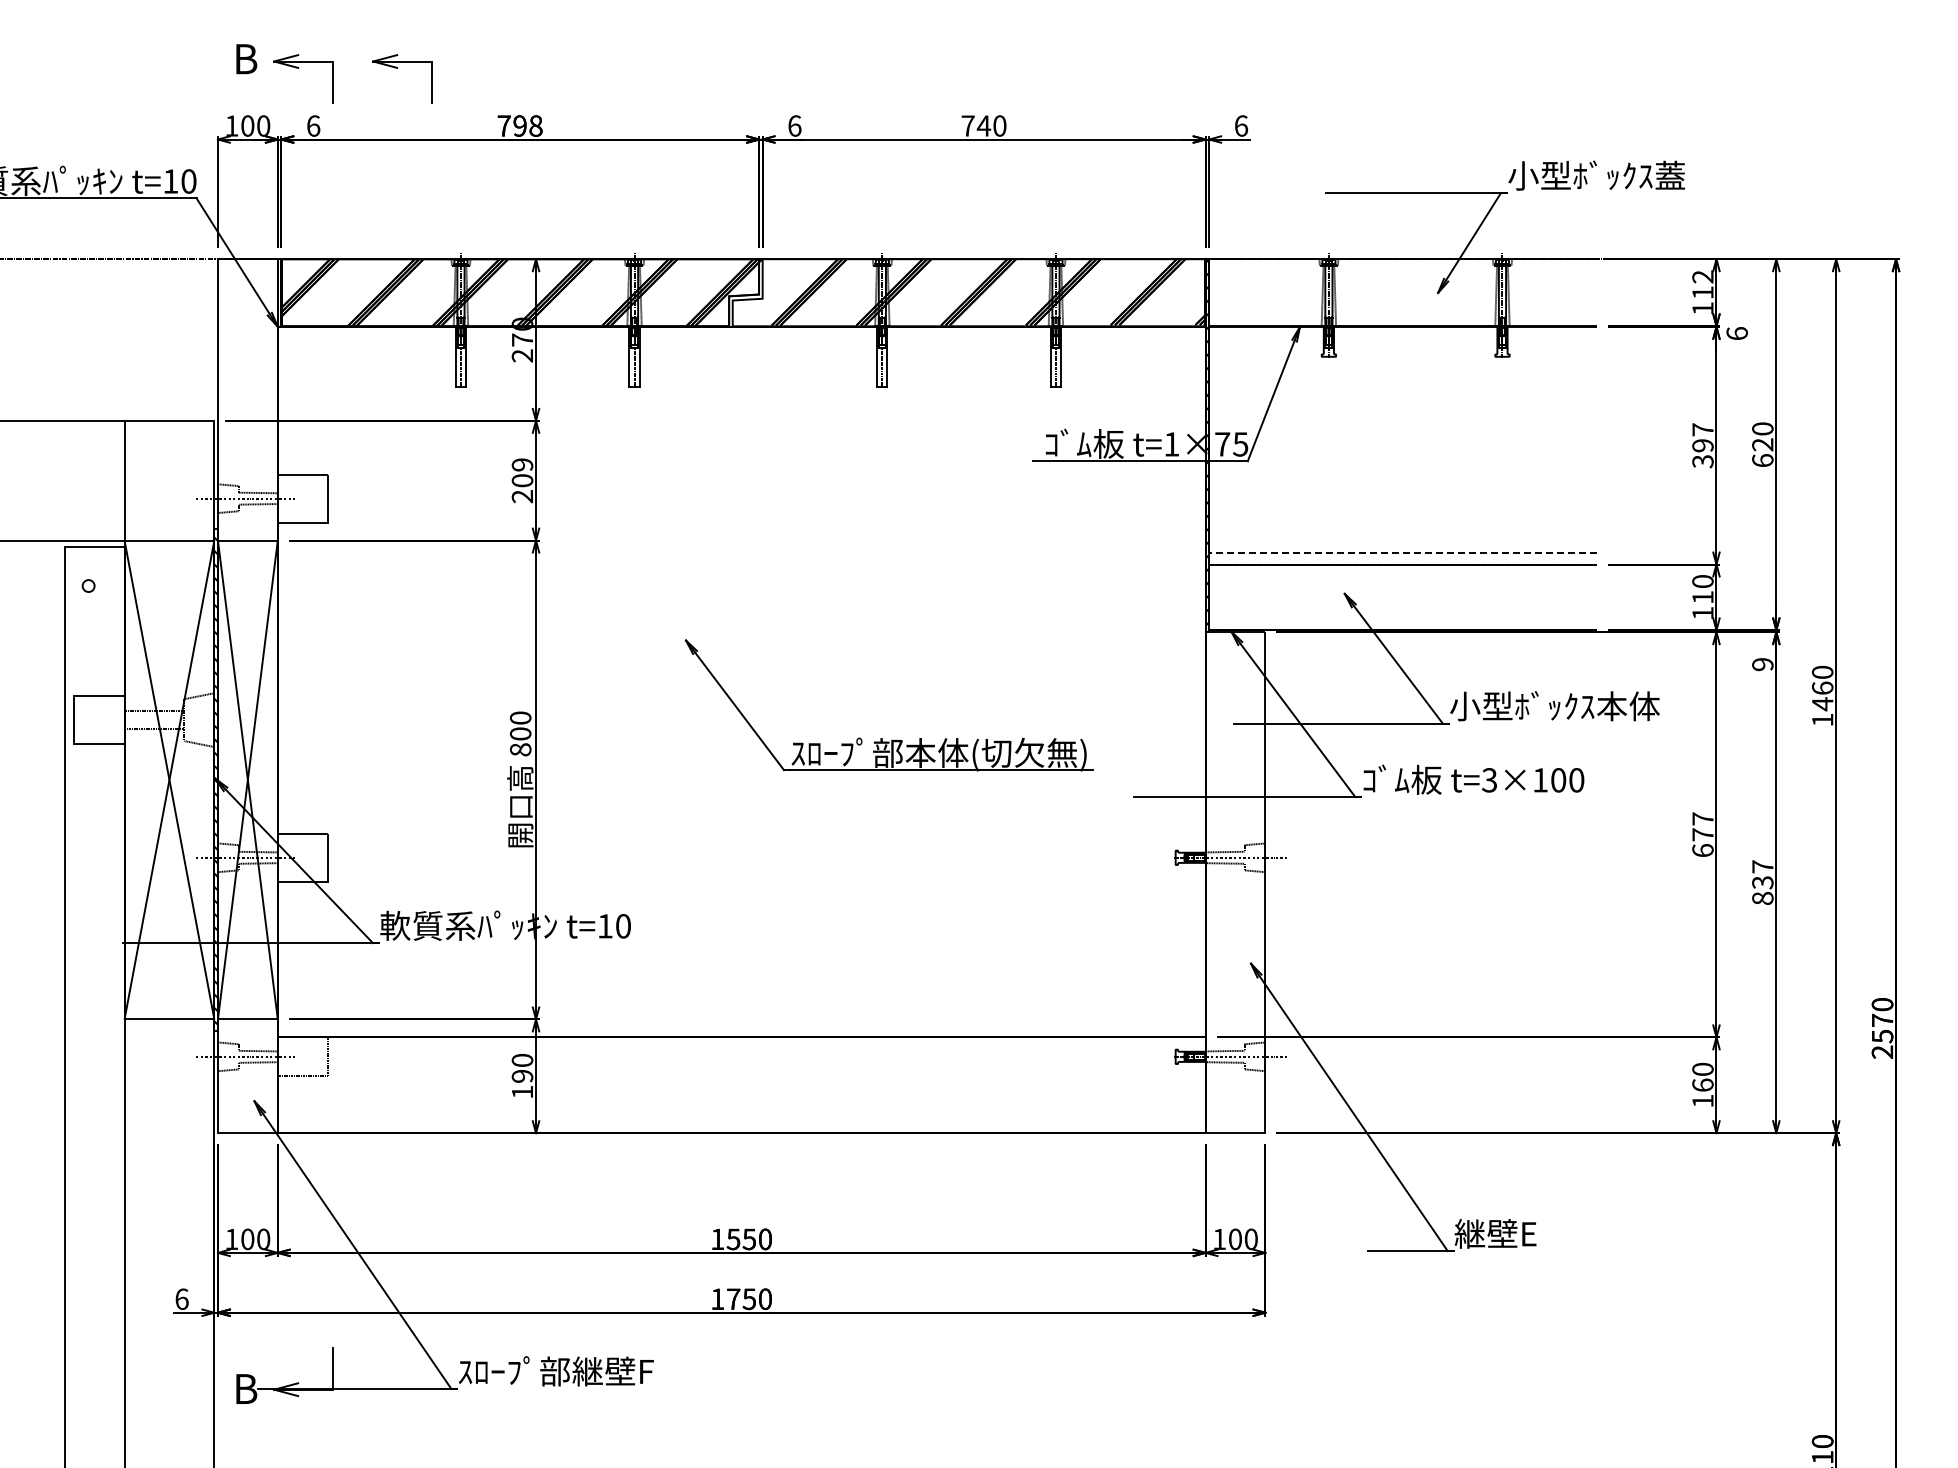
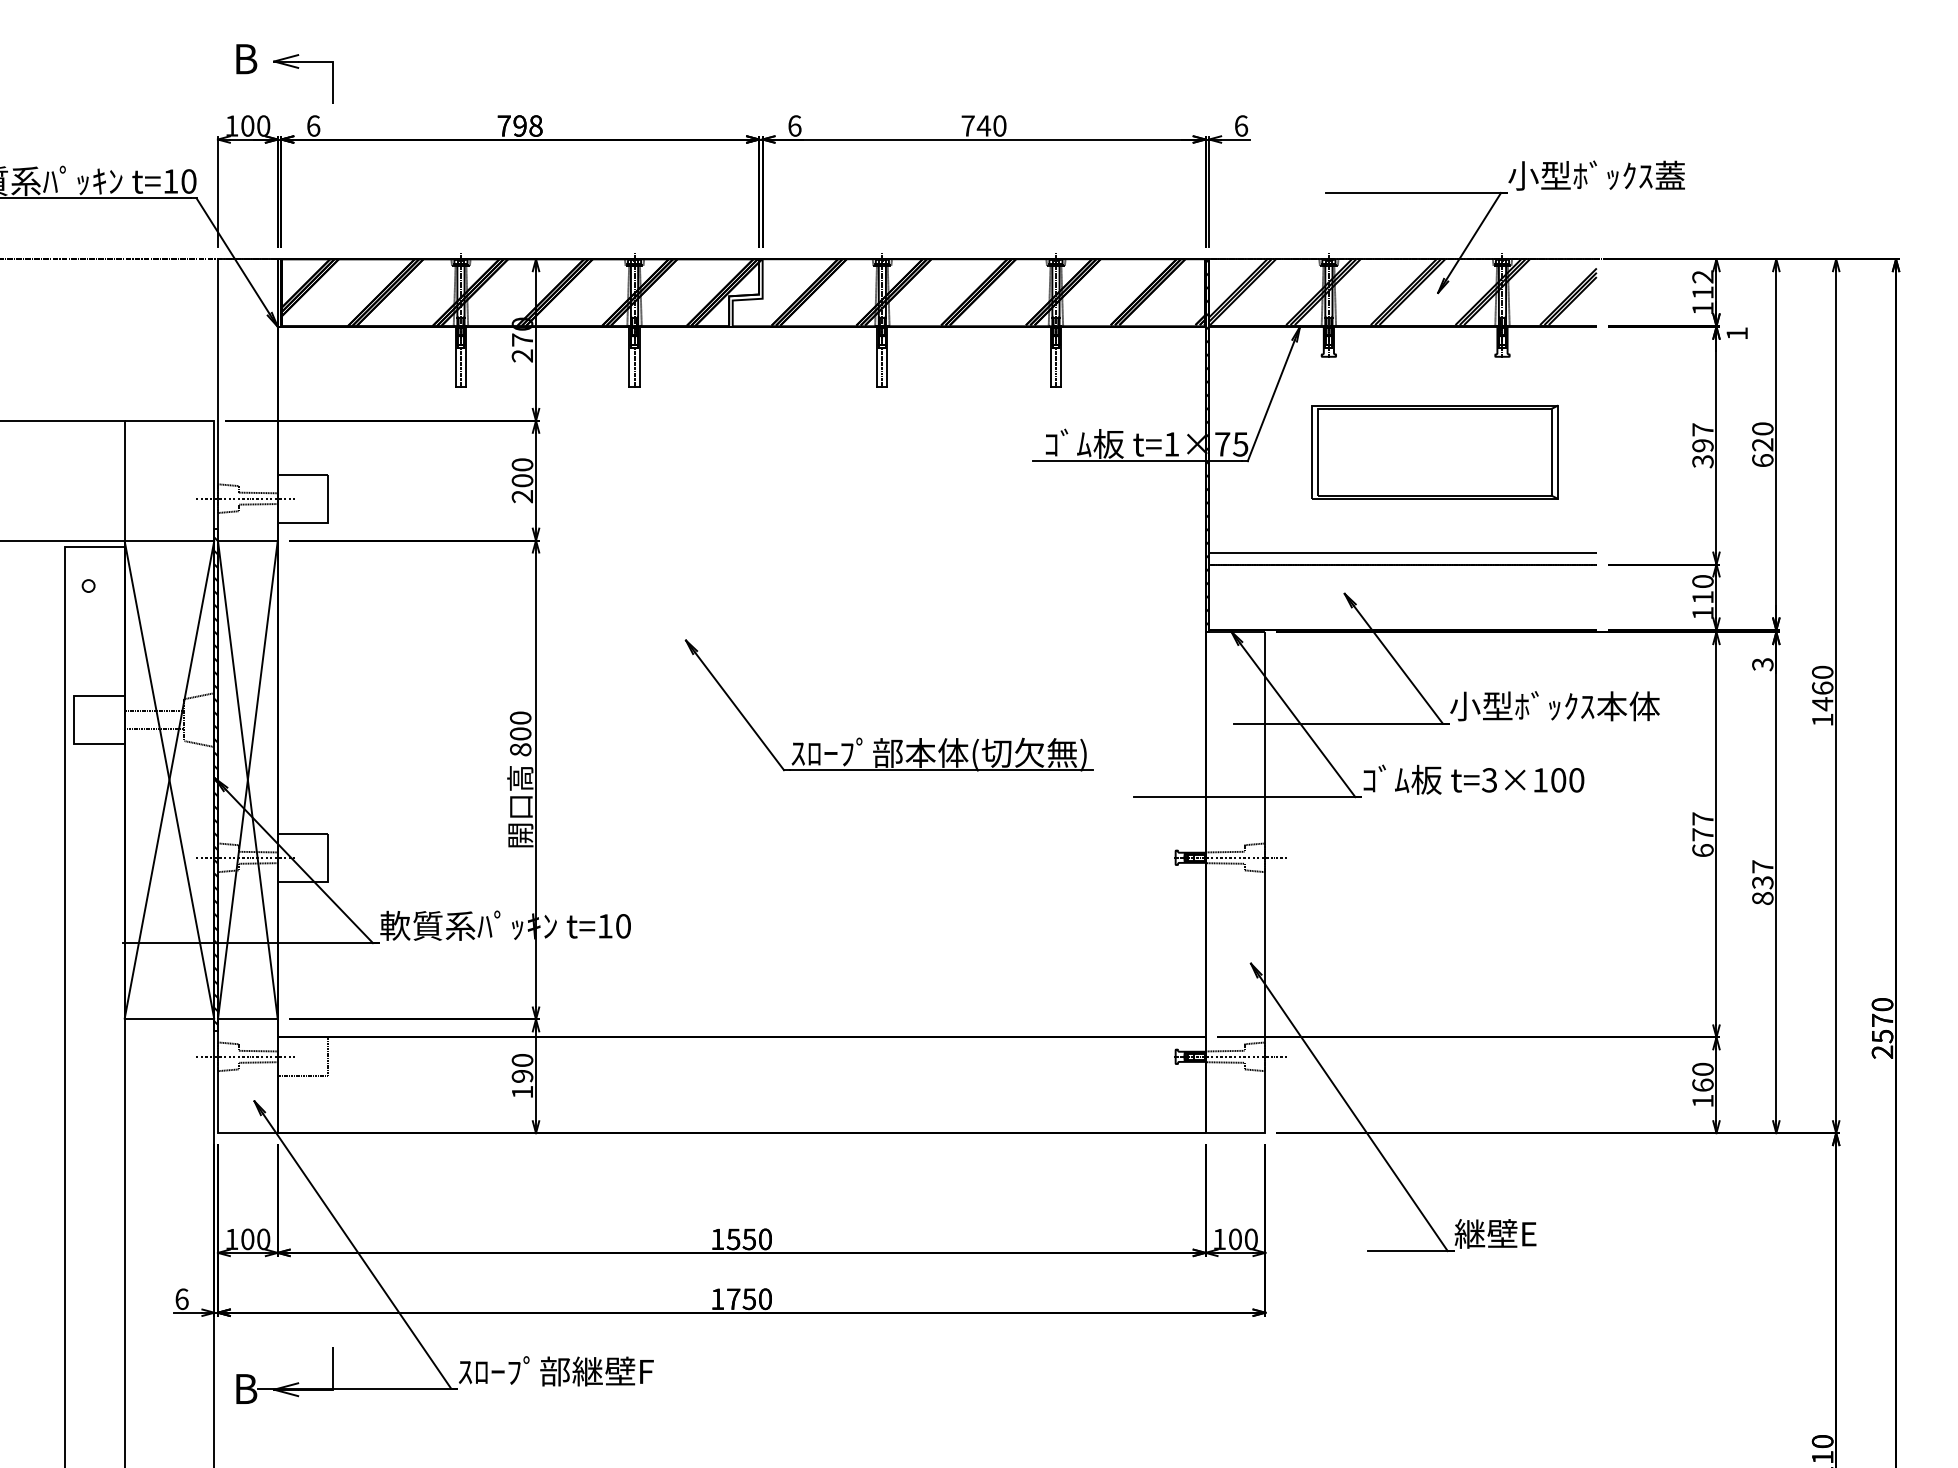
part at (397, 68): present -> none
hatch at (1402, 292): none -> present
text at (1736, 333): 6 -> 1
part at (1434, 451): none -> present
text at (522, 464): 209 -> 200
line at (1402, 552): dashed -> solid
text at (1762, 664): 9 -> 3
